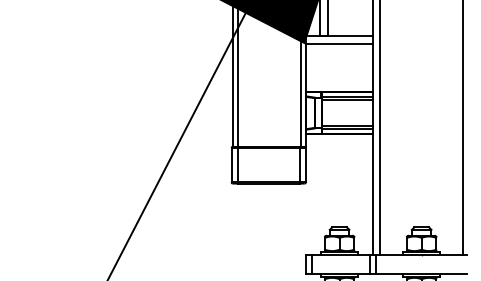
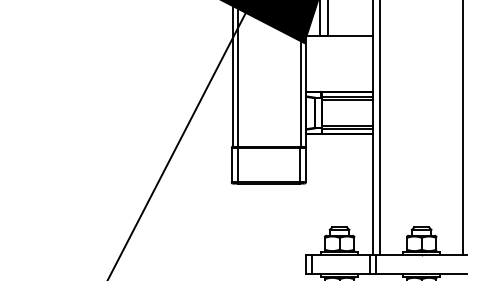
line at (339, 44): present -> none
